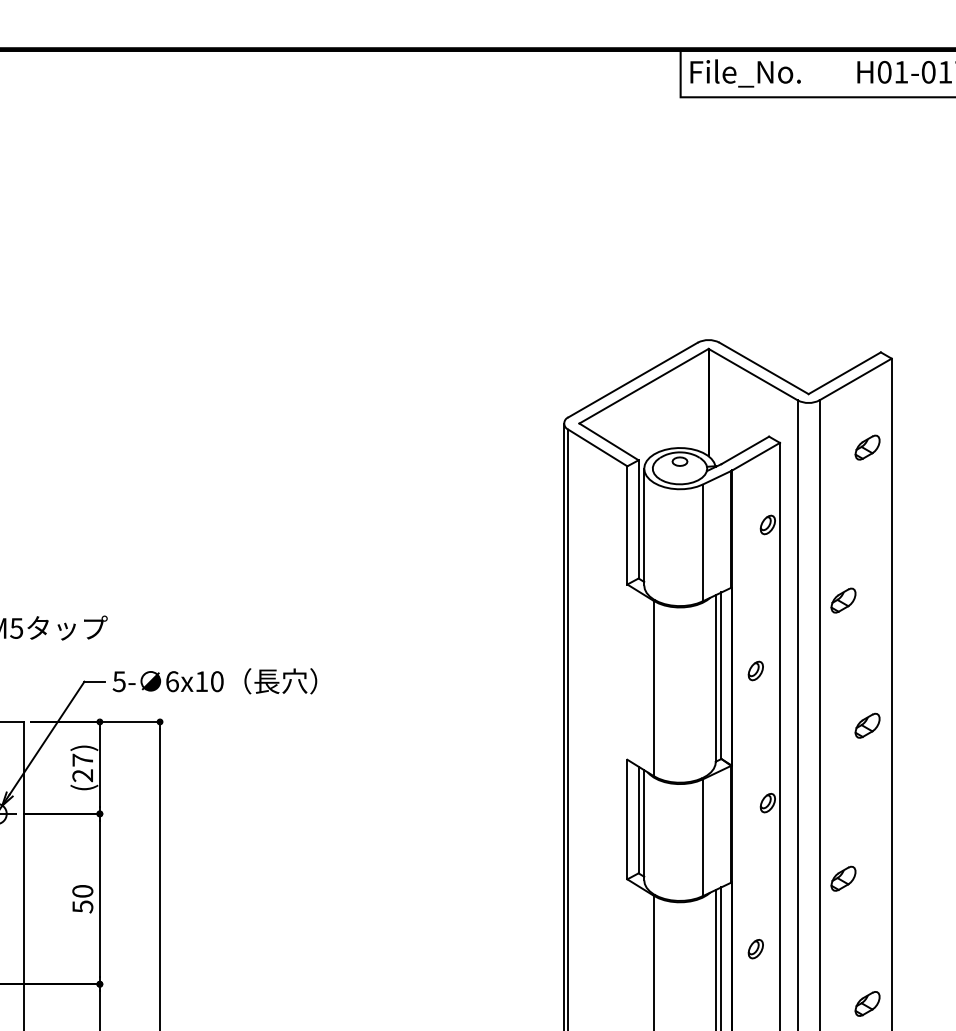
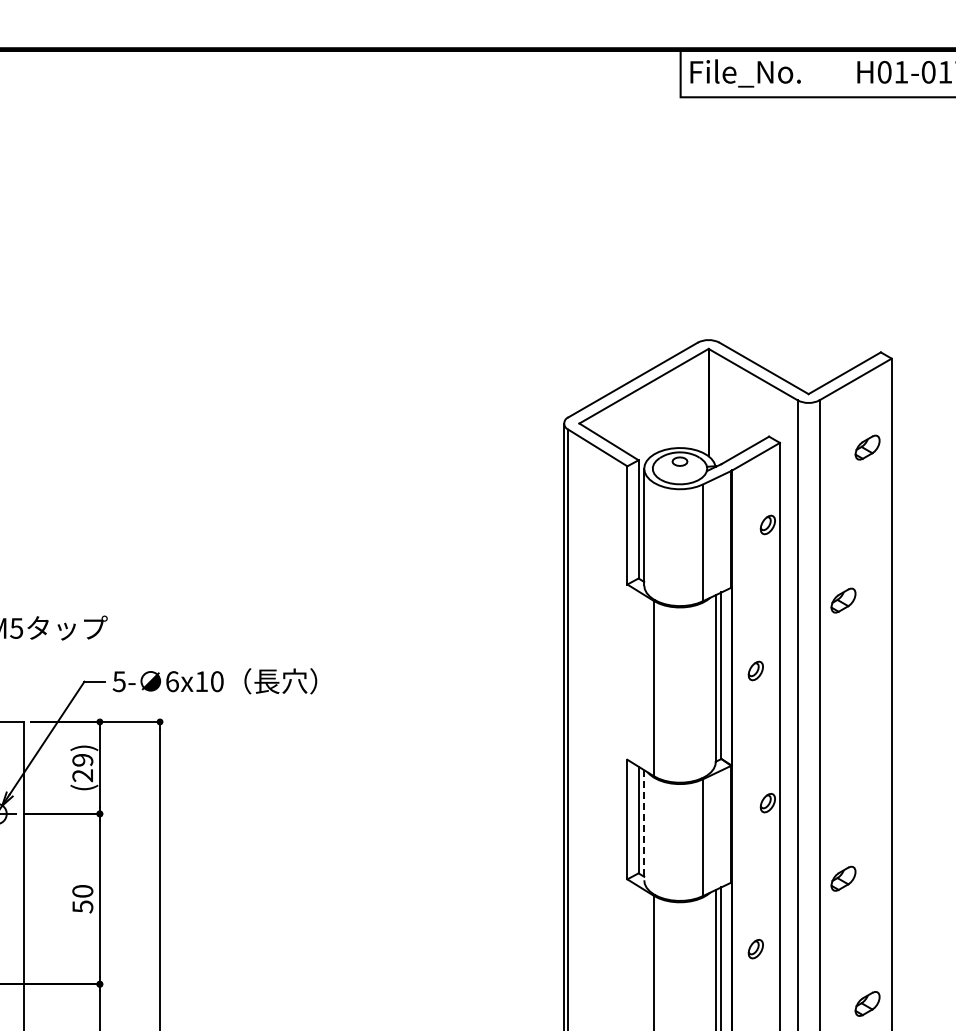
part at (867, 725): present -> none
text at (82, 759): (27) -> (29)
line at (644, 825): solid -> dashed
